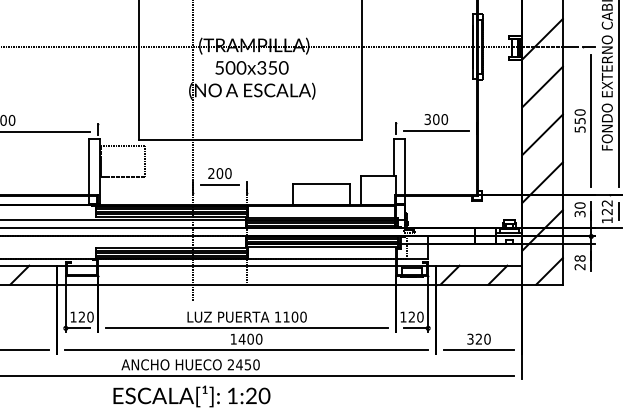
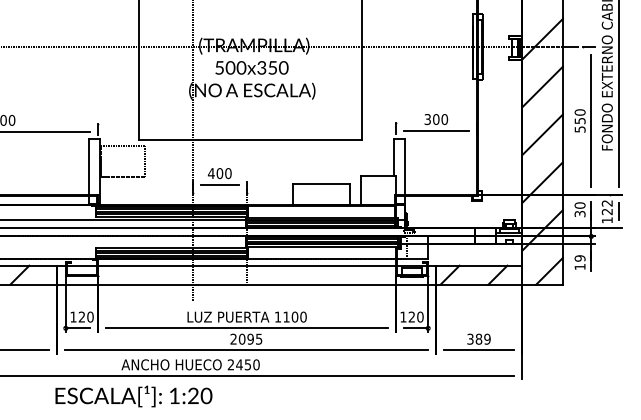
text at (210, 173): 200 -> 400
text at (579, 262): 28 -> 19
text at (246, 338): 1400 -> 2095
text at (482, 338): 320 -> 389
text at (191, 396) position: (191, 396) -> (133, 396)
